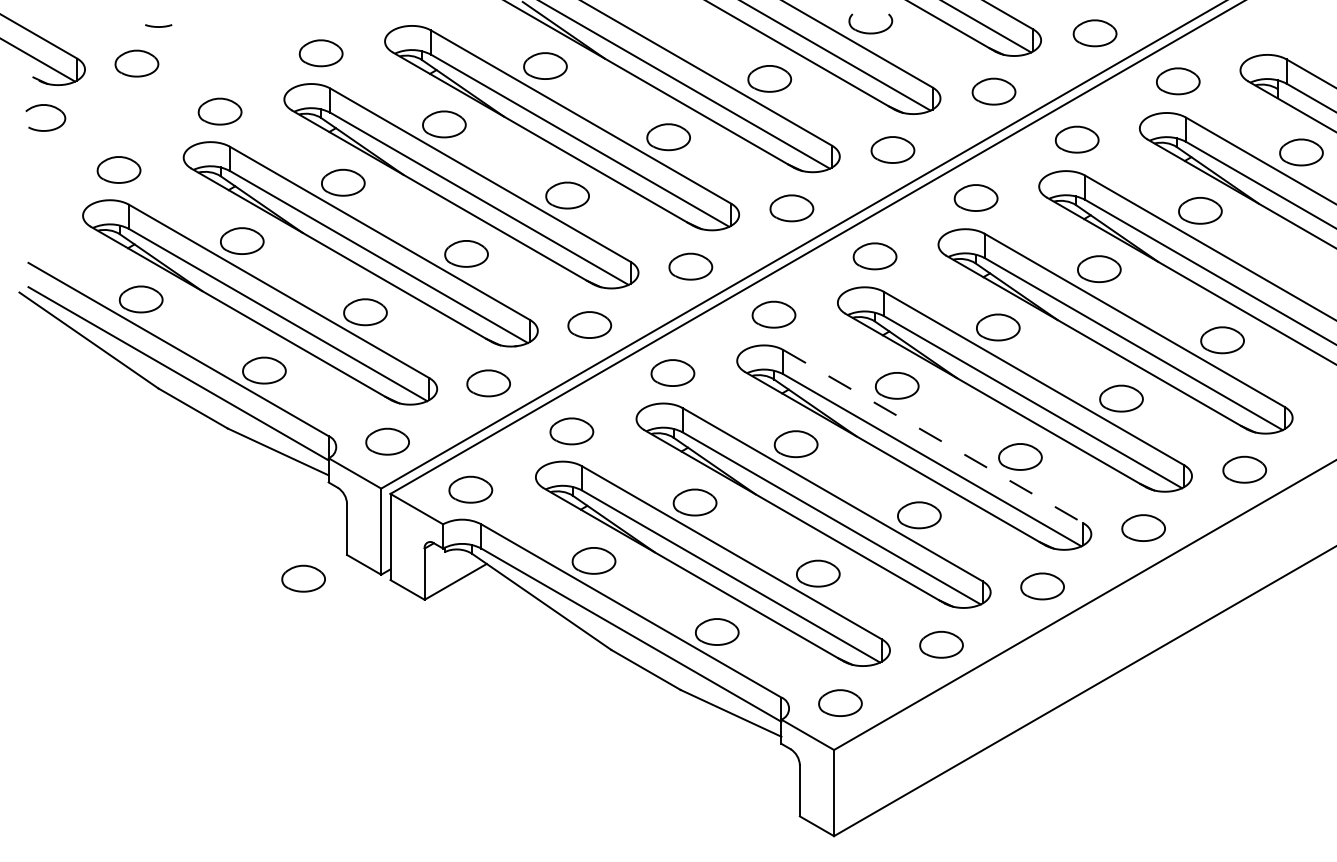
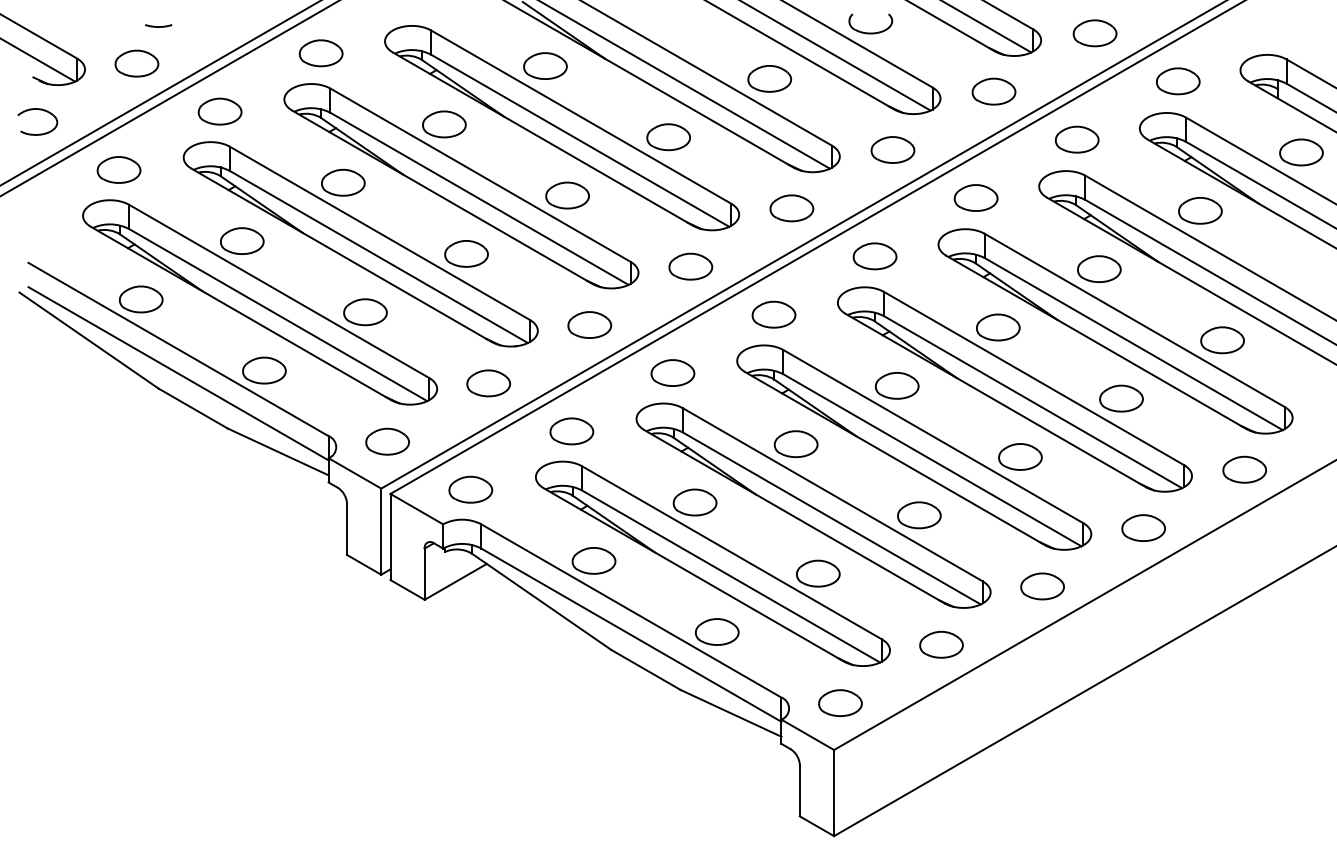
line at (160, 93): none -> present
line at (169, 98): none -> present
part at (47, 106) position: (47, 106) -> (39, 110)
line at (933, 436): dashed -> solid
part at (303, 578): present -> none
